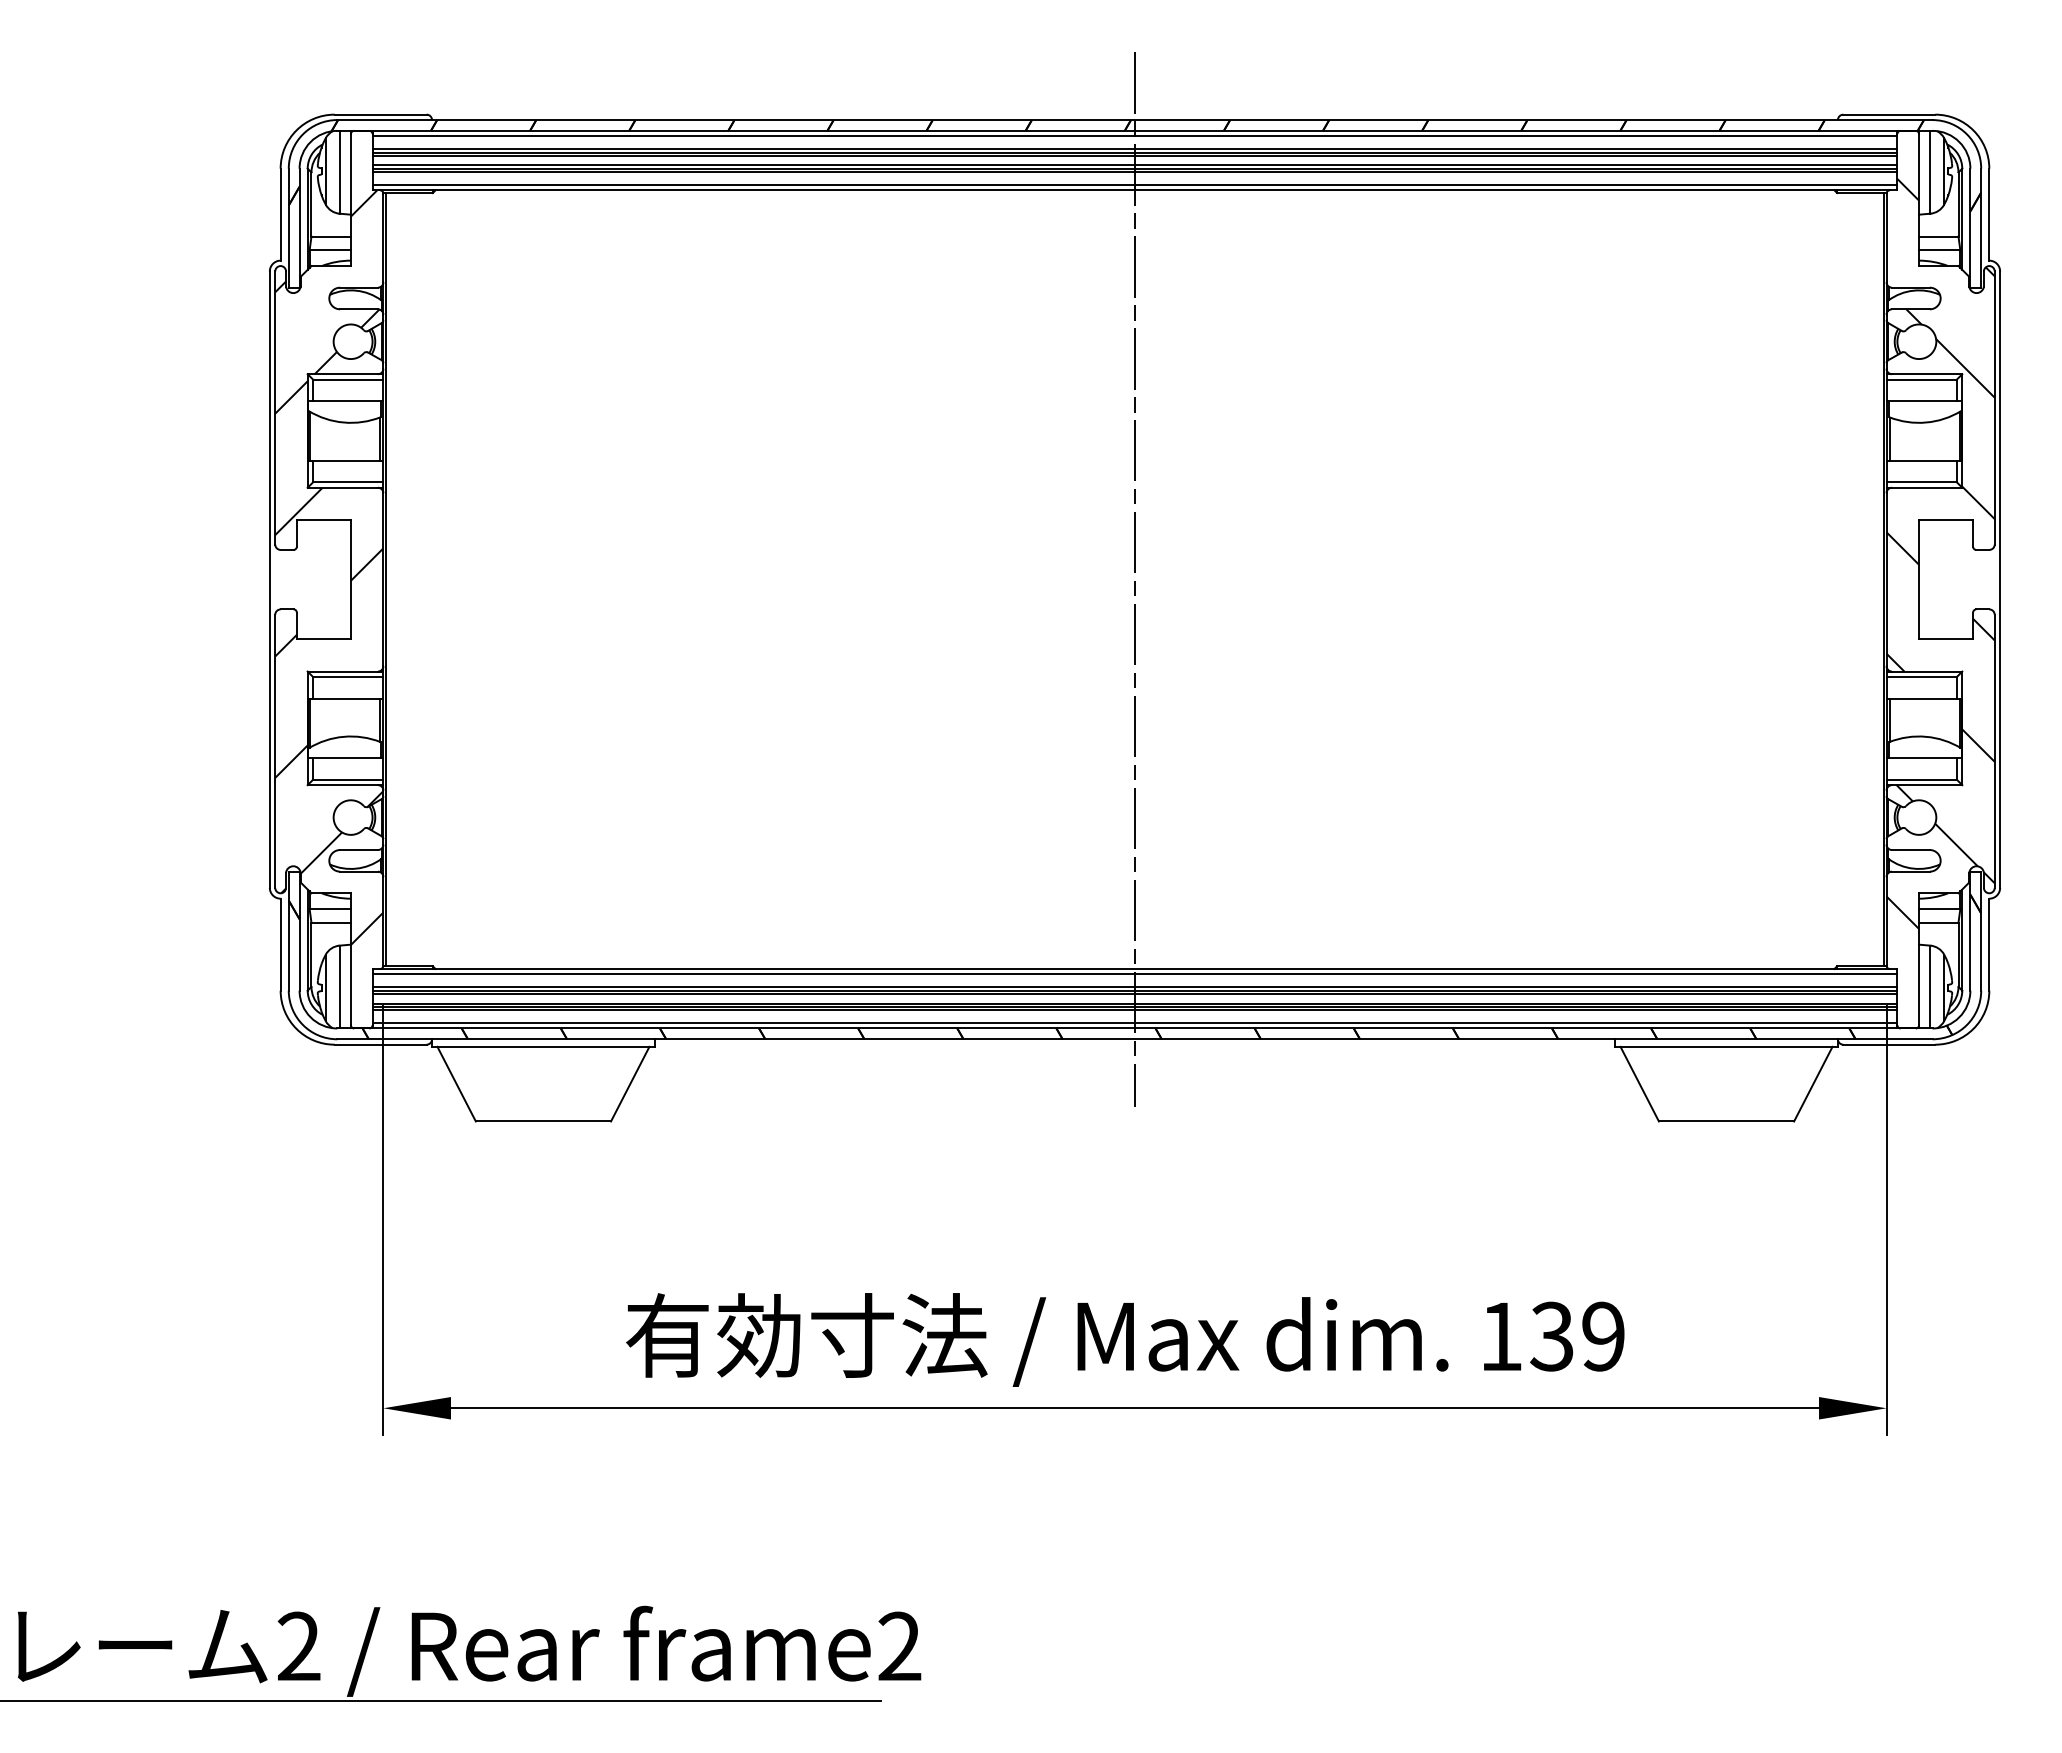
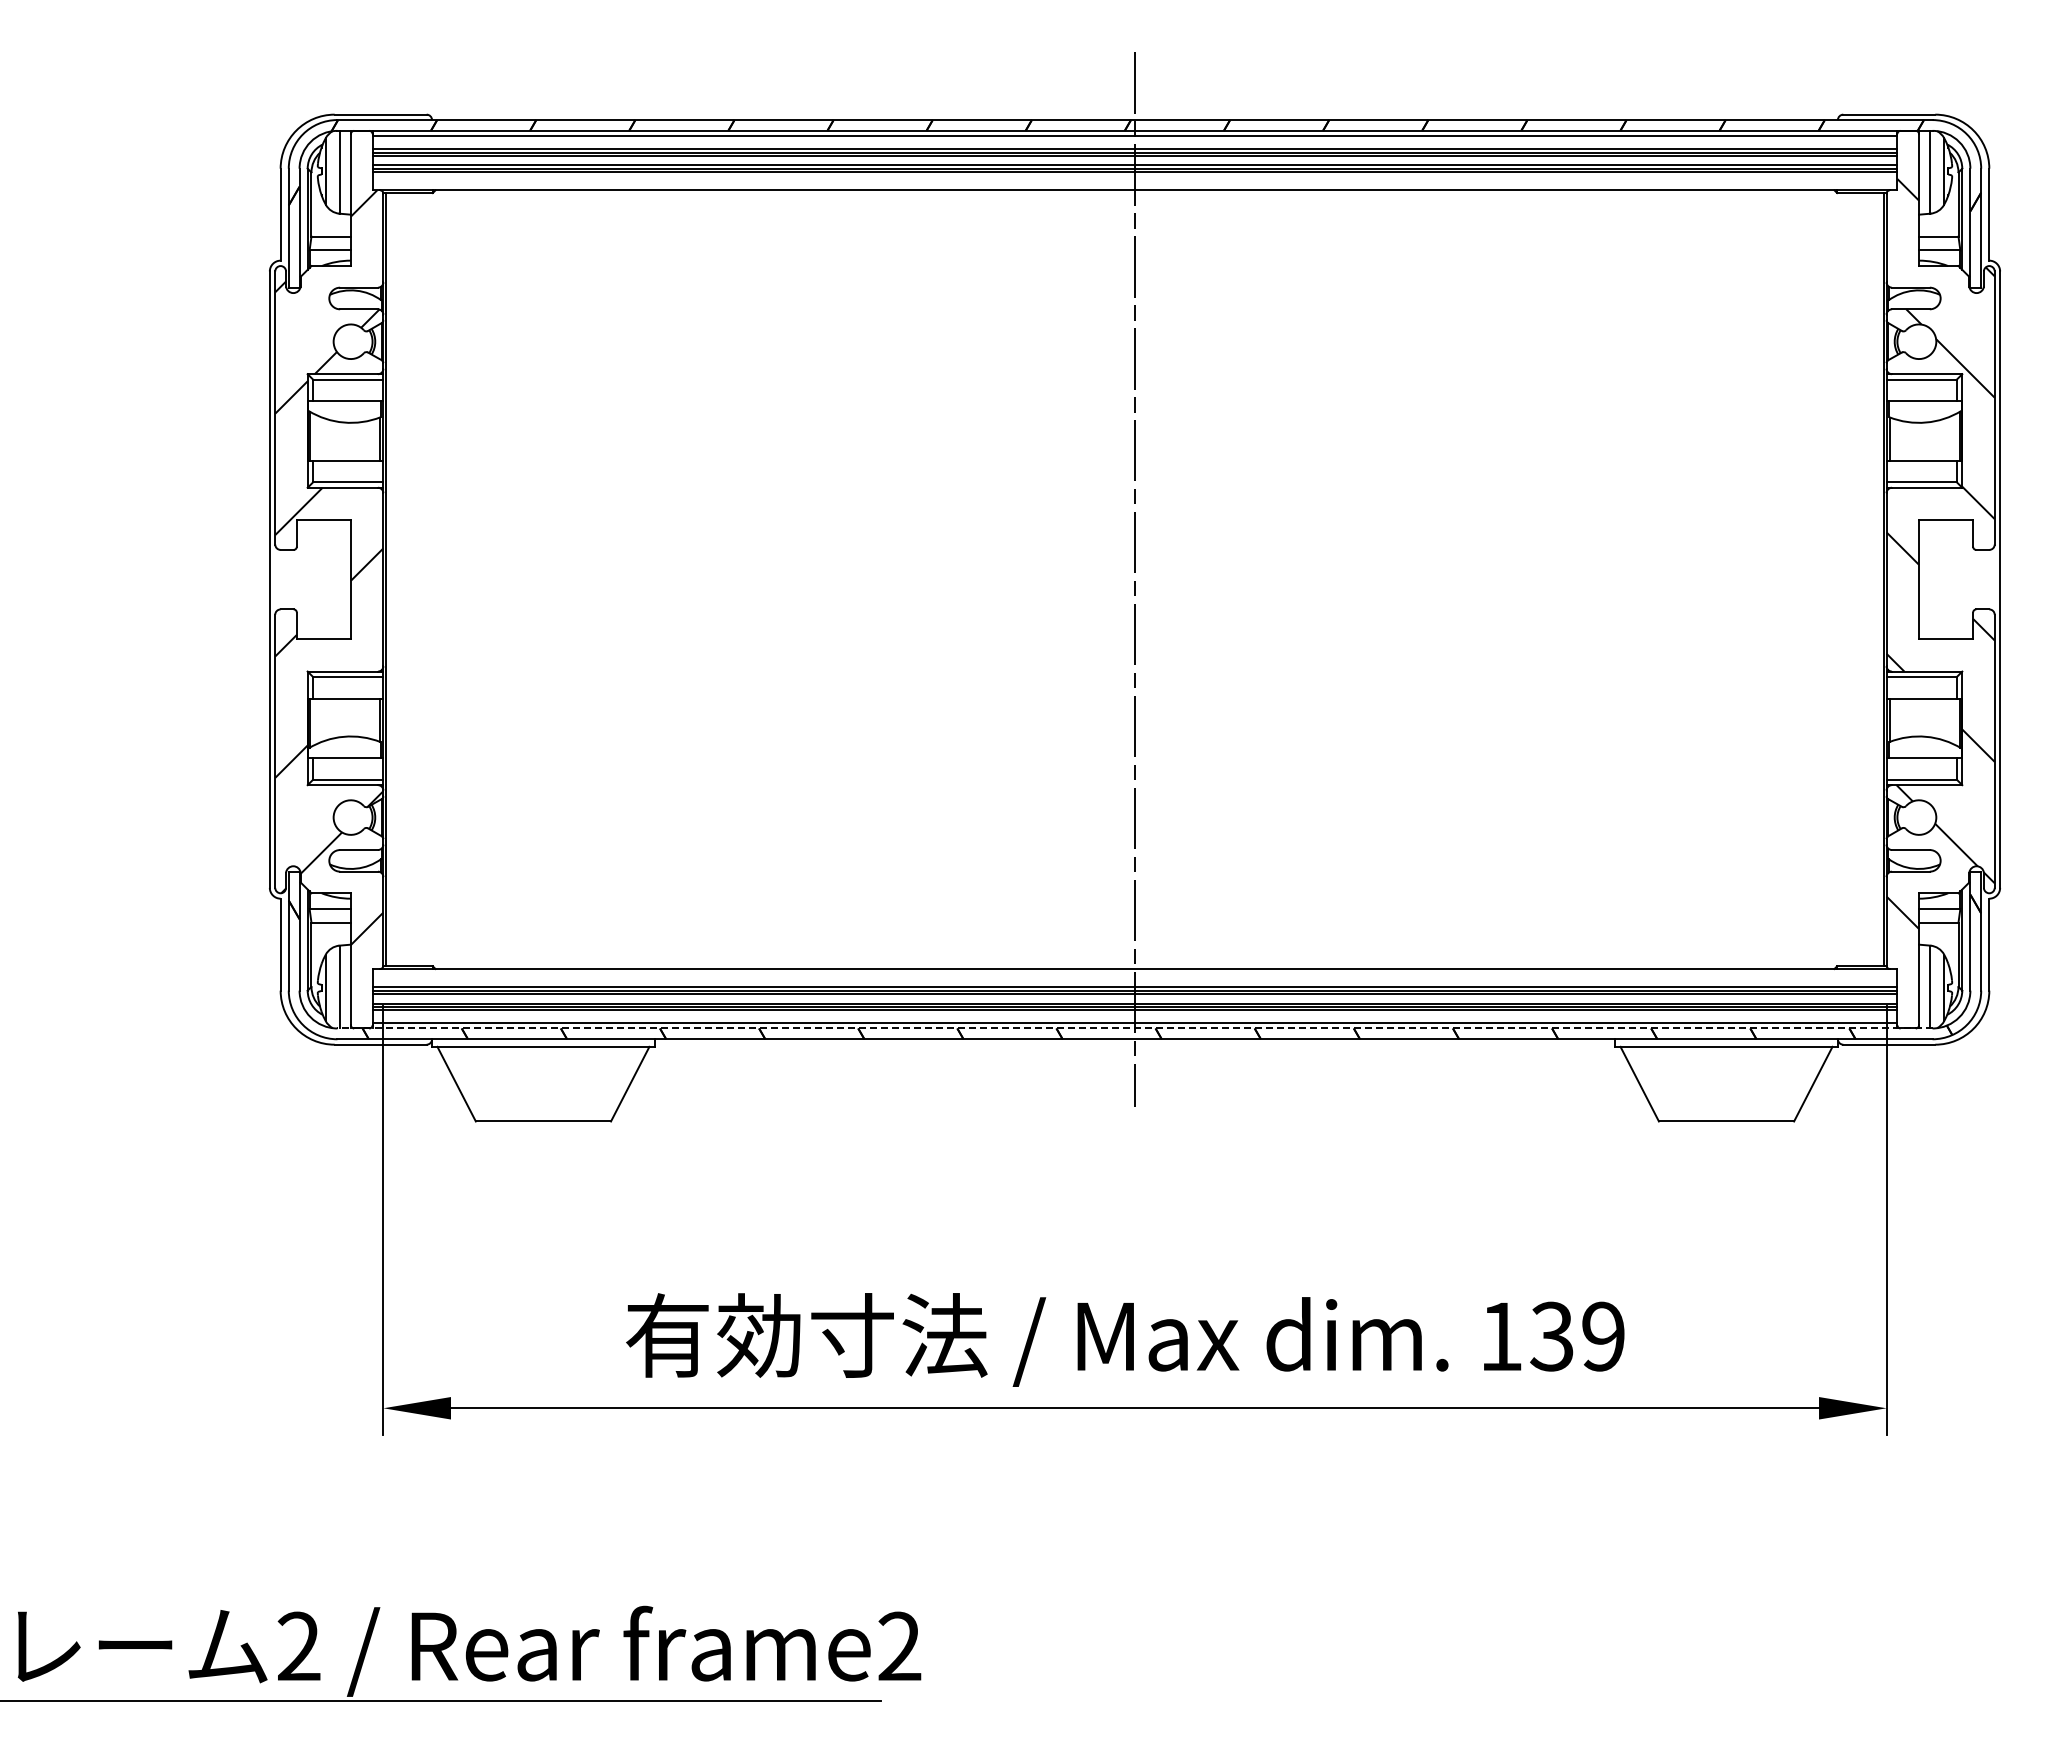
line at (1134, 184): present -> none
line at (1134, 974): present -> none
line at (1134, 1028): solid -> dashed
